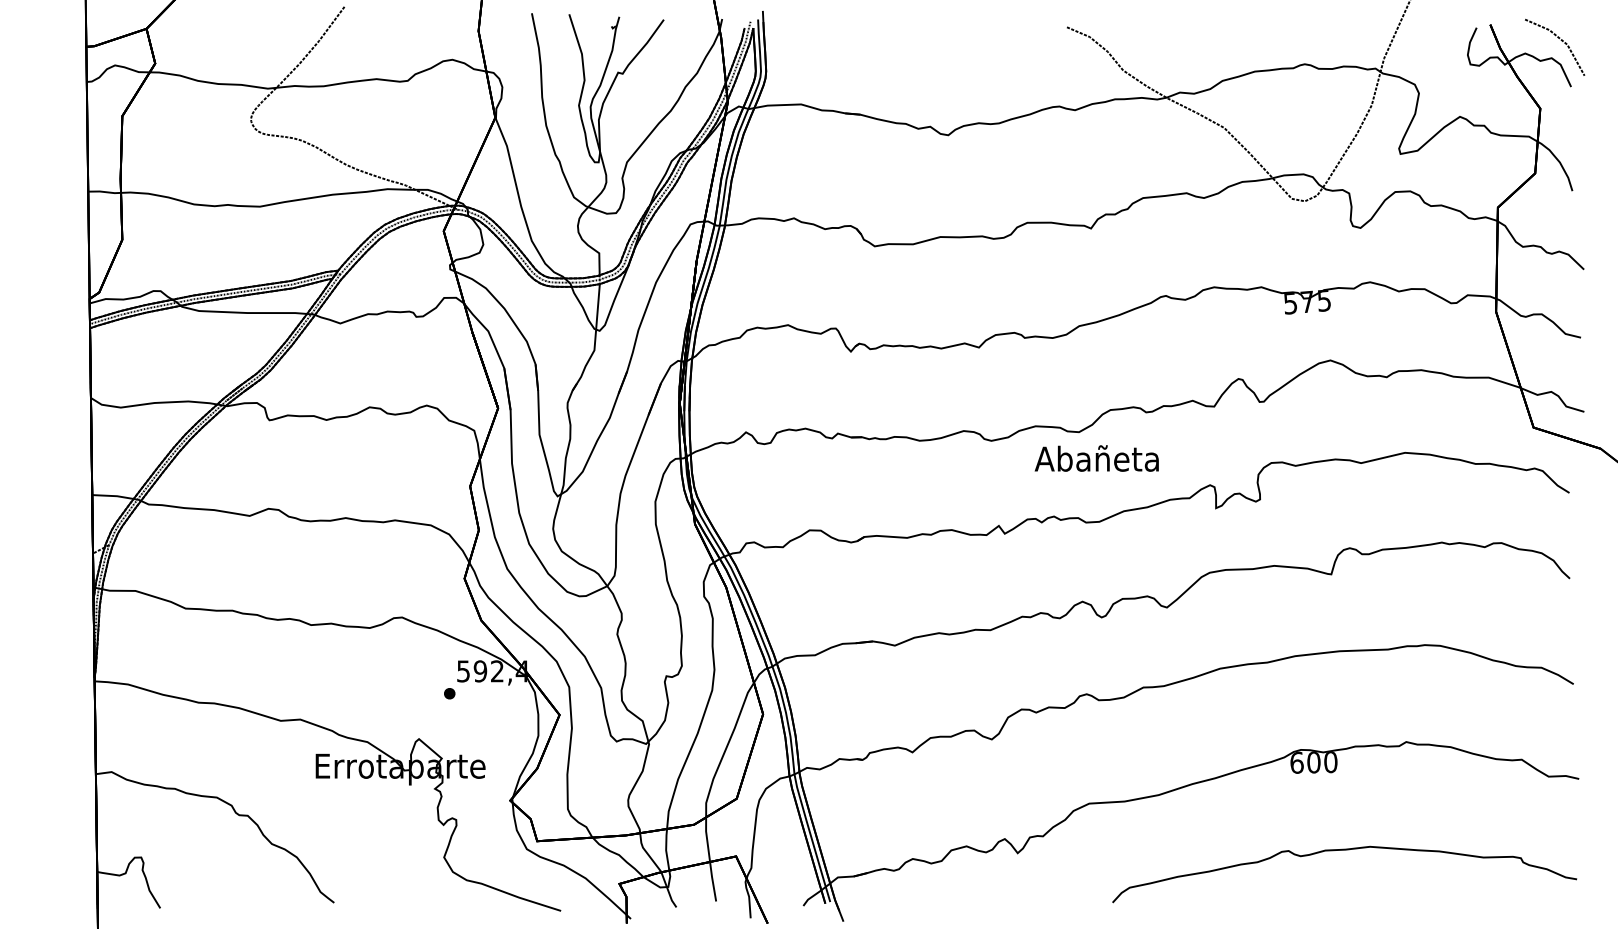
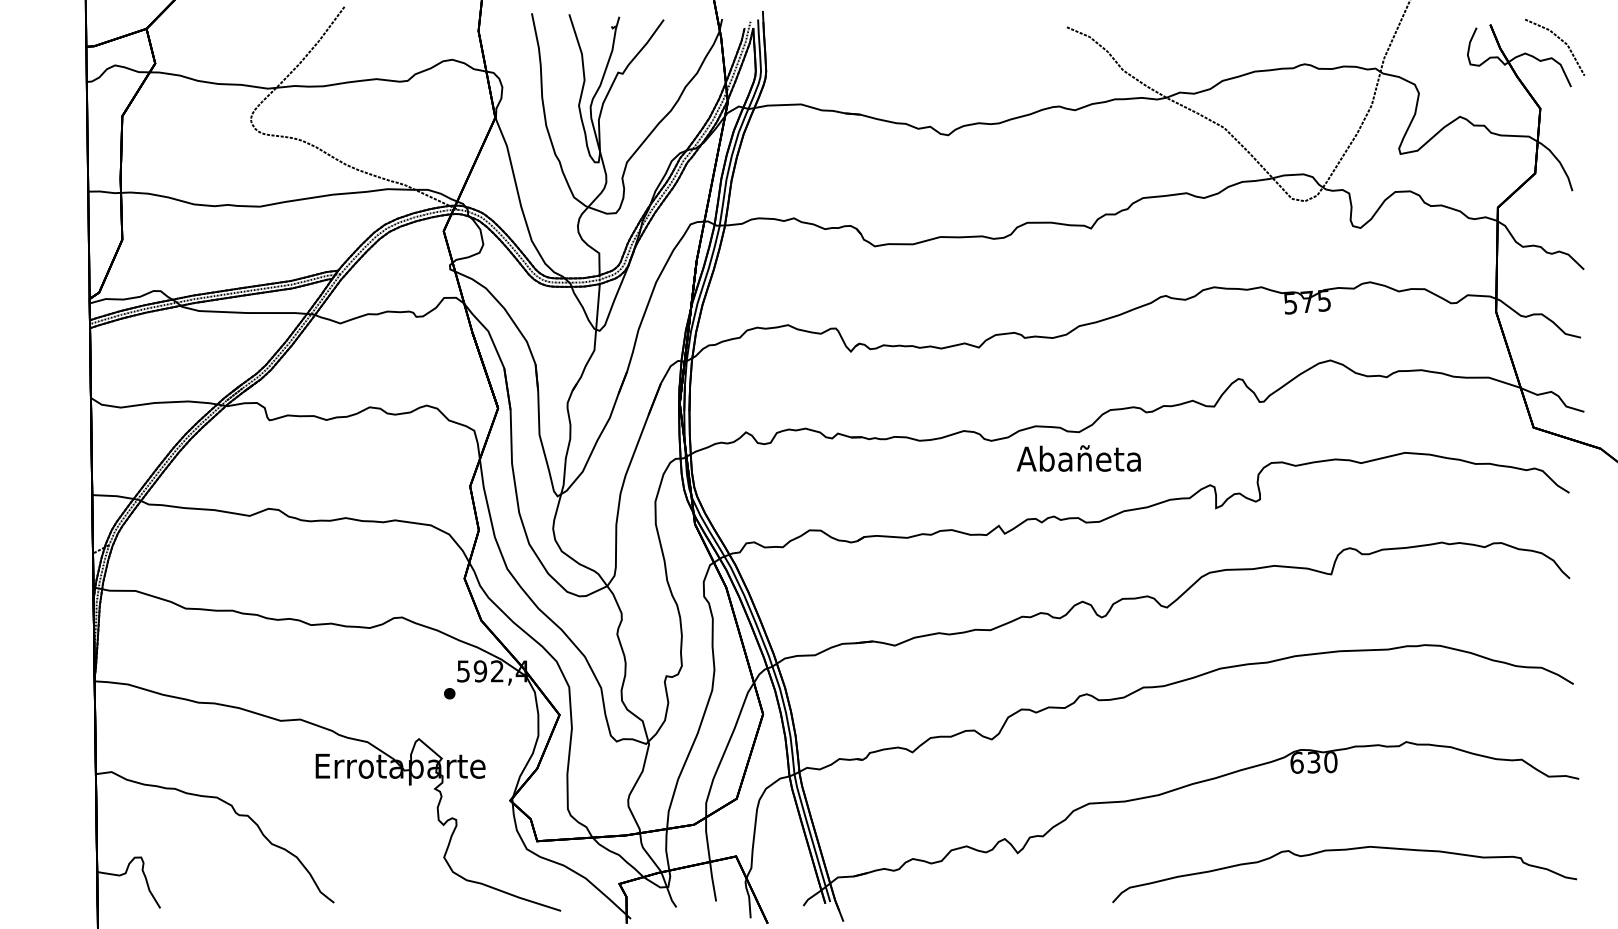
text at (1096, 458) position: (1096, 458) -> (1078, 458)
text at (1313, 762): 600 -> 630
